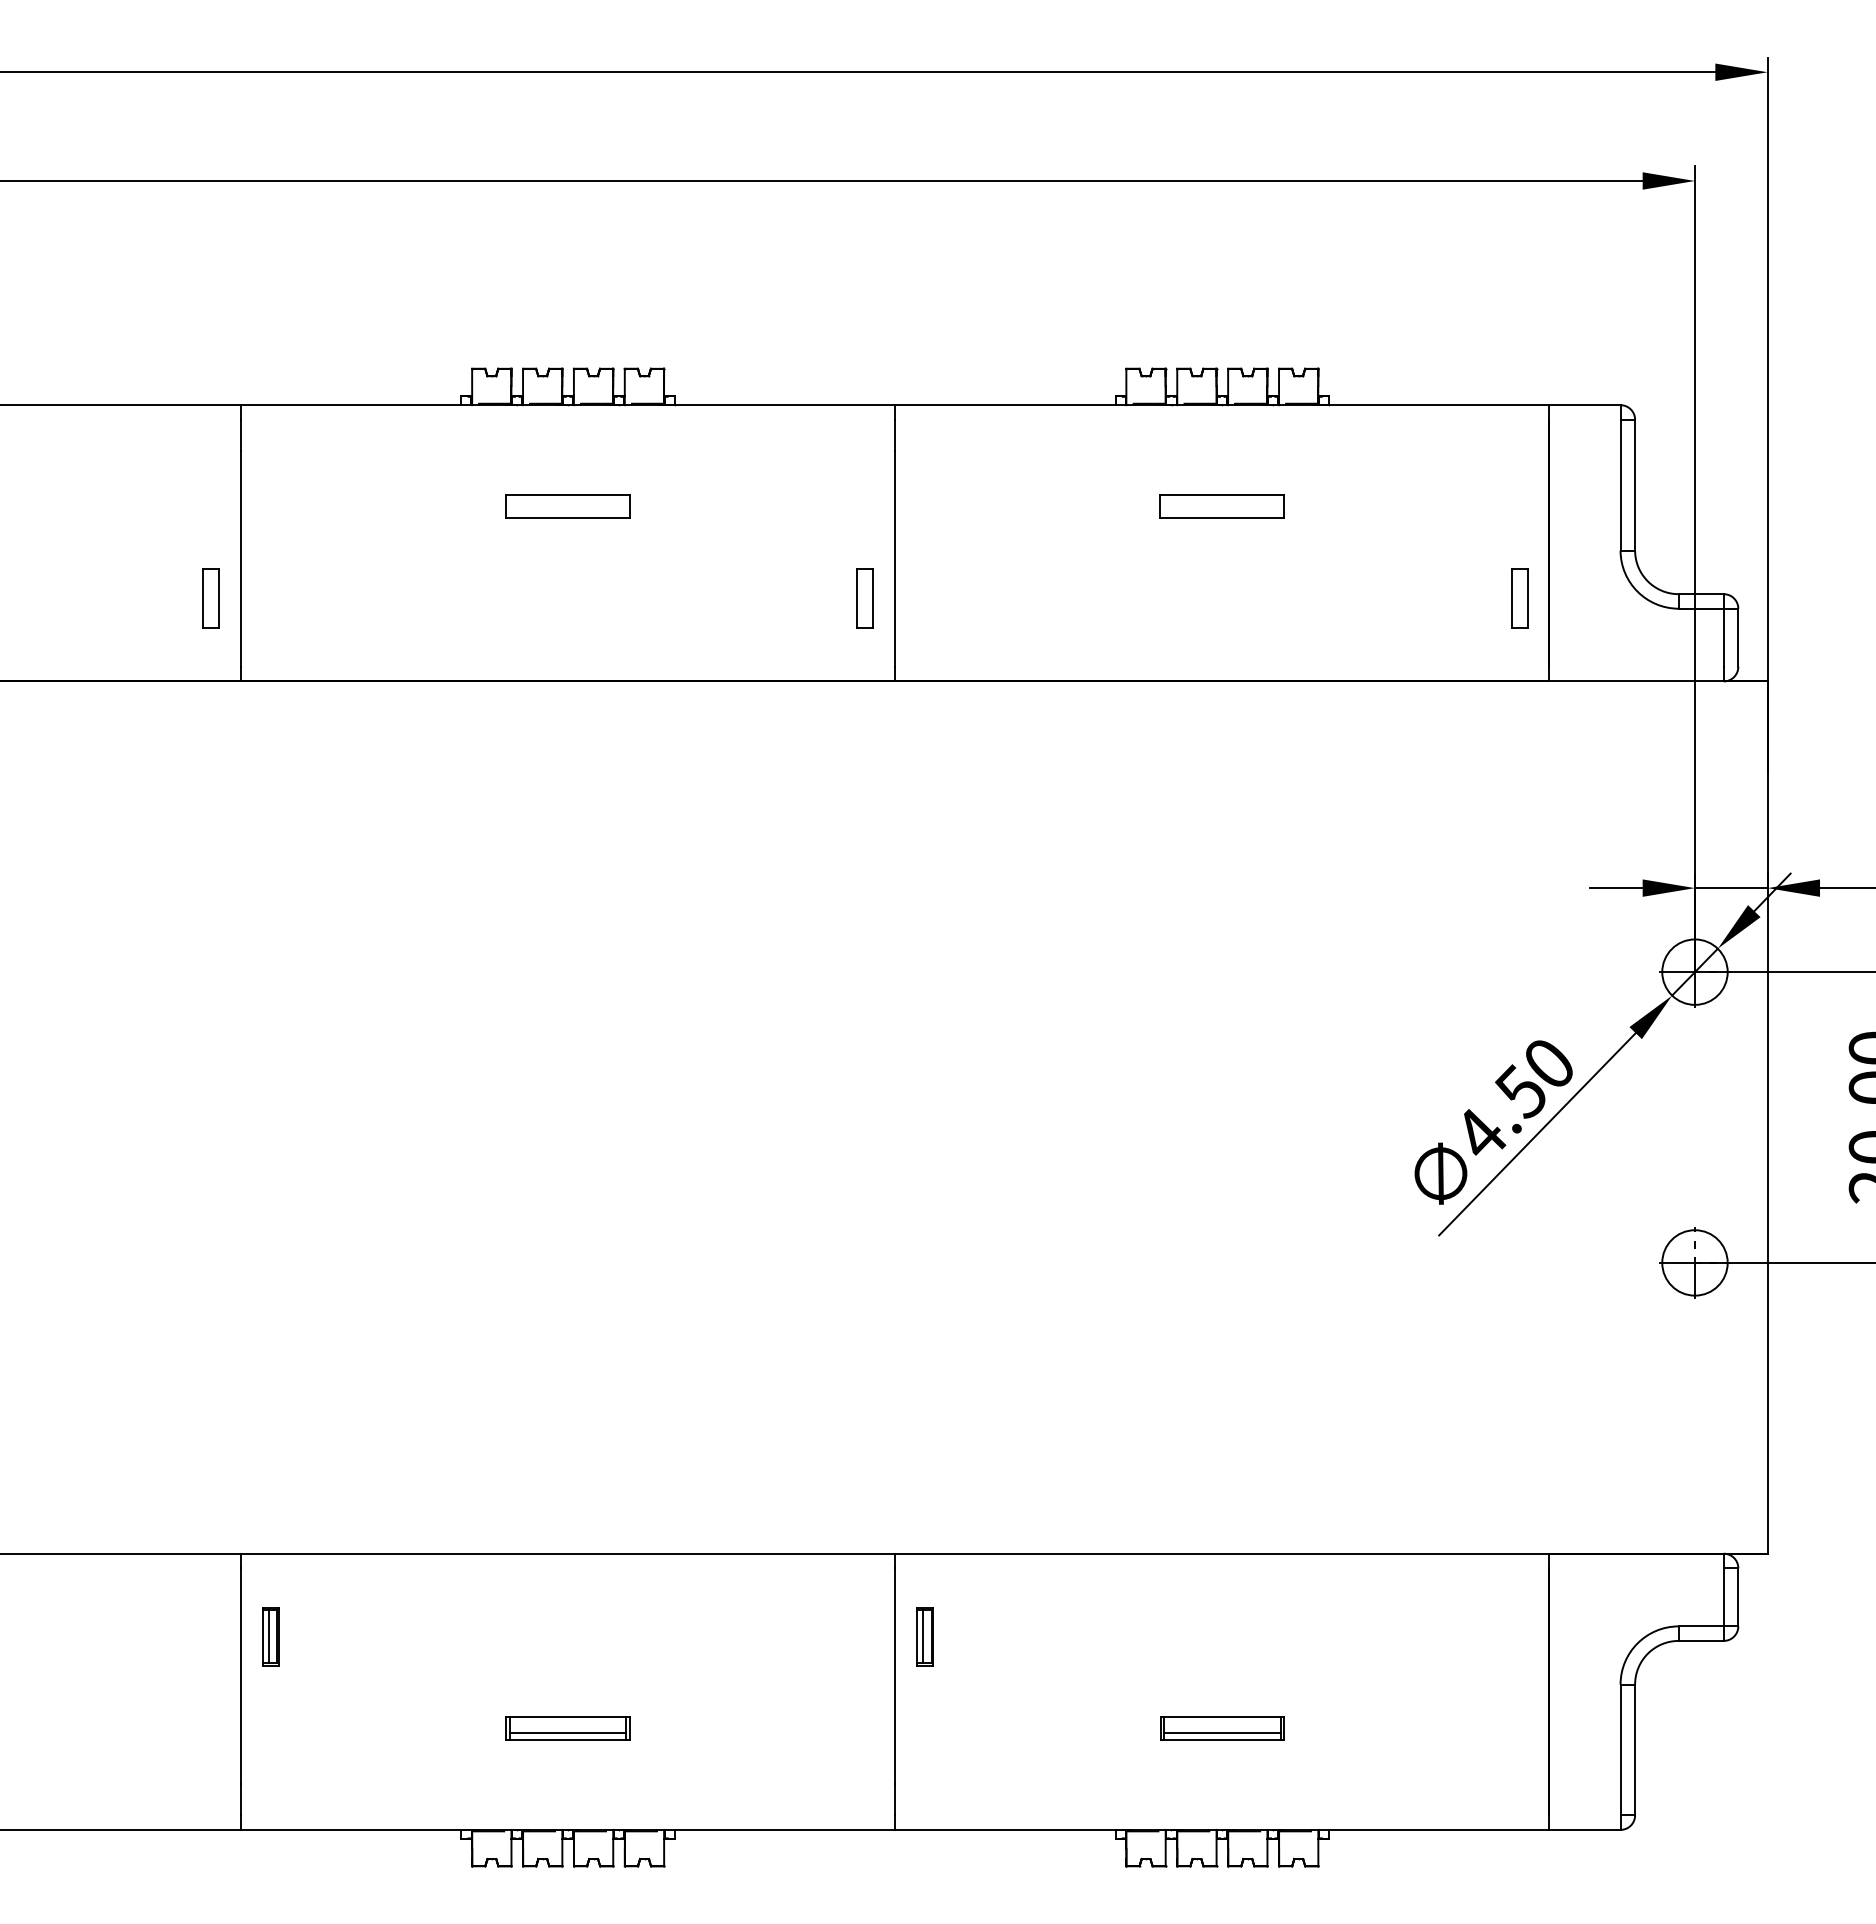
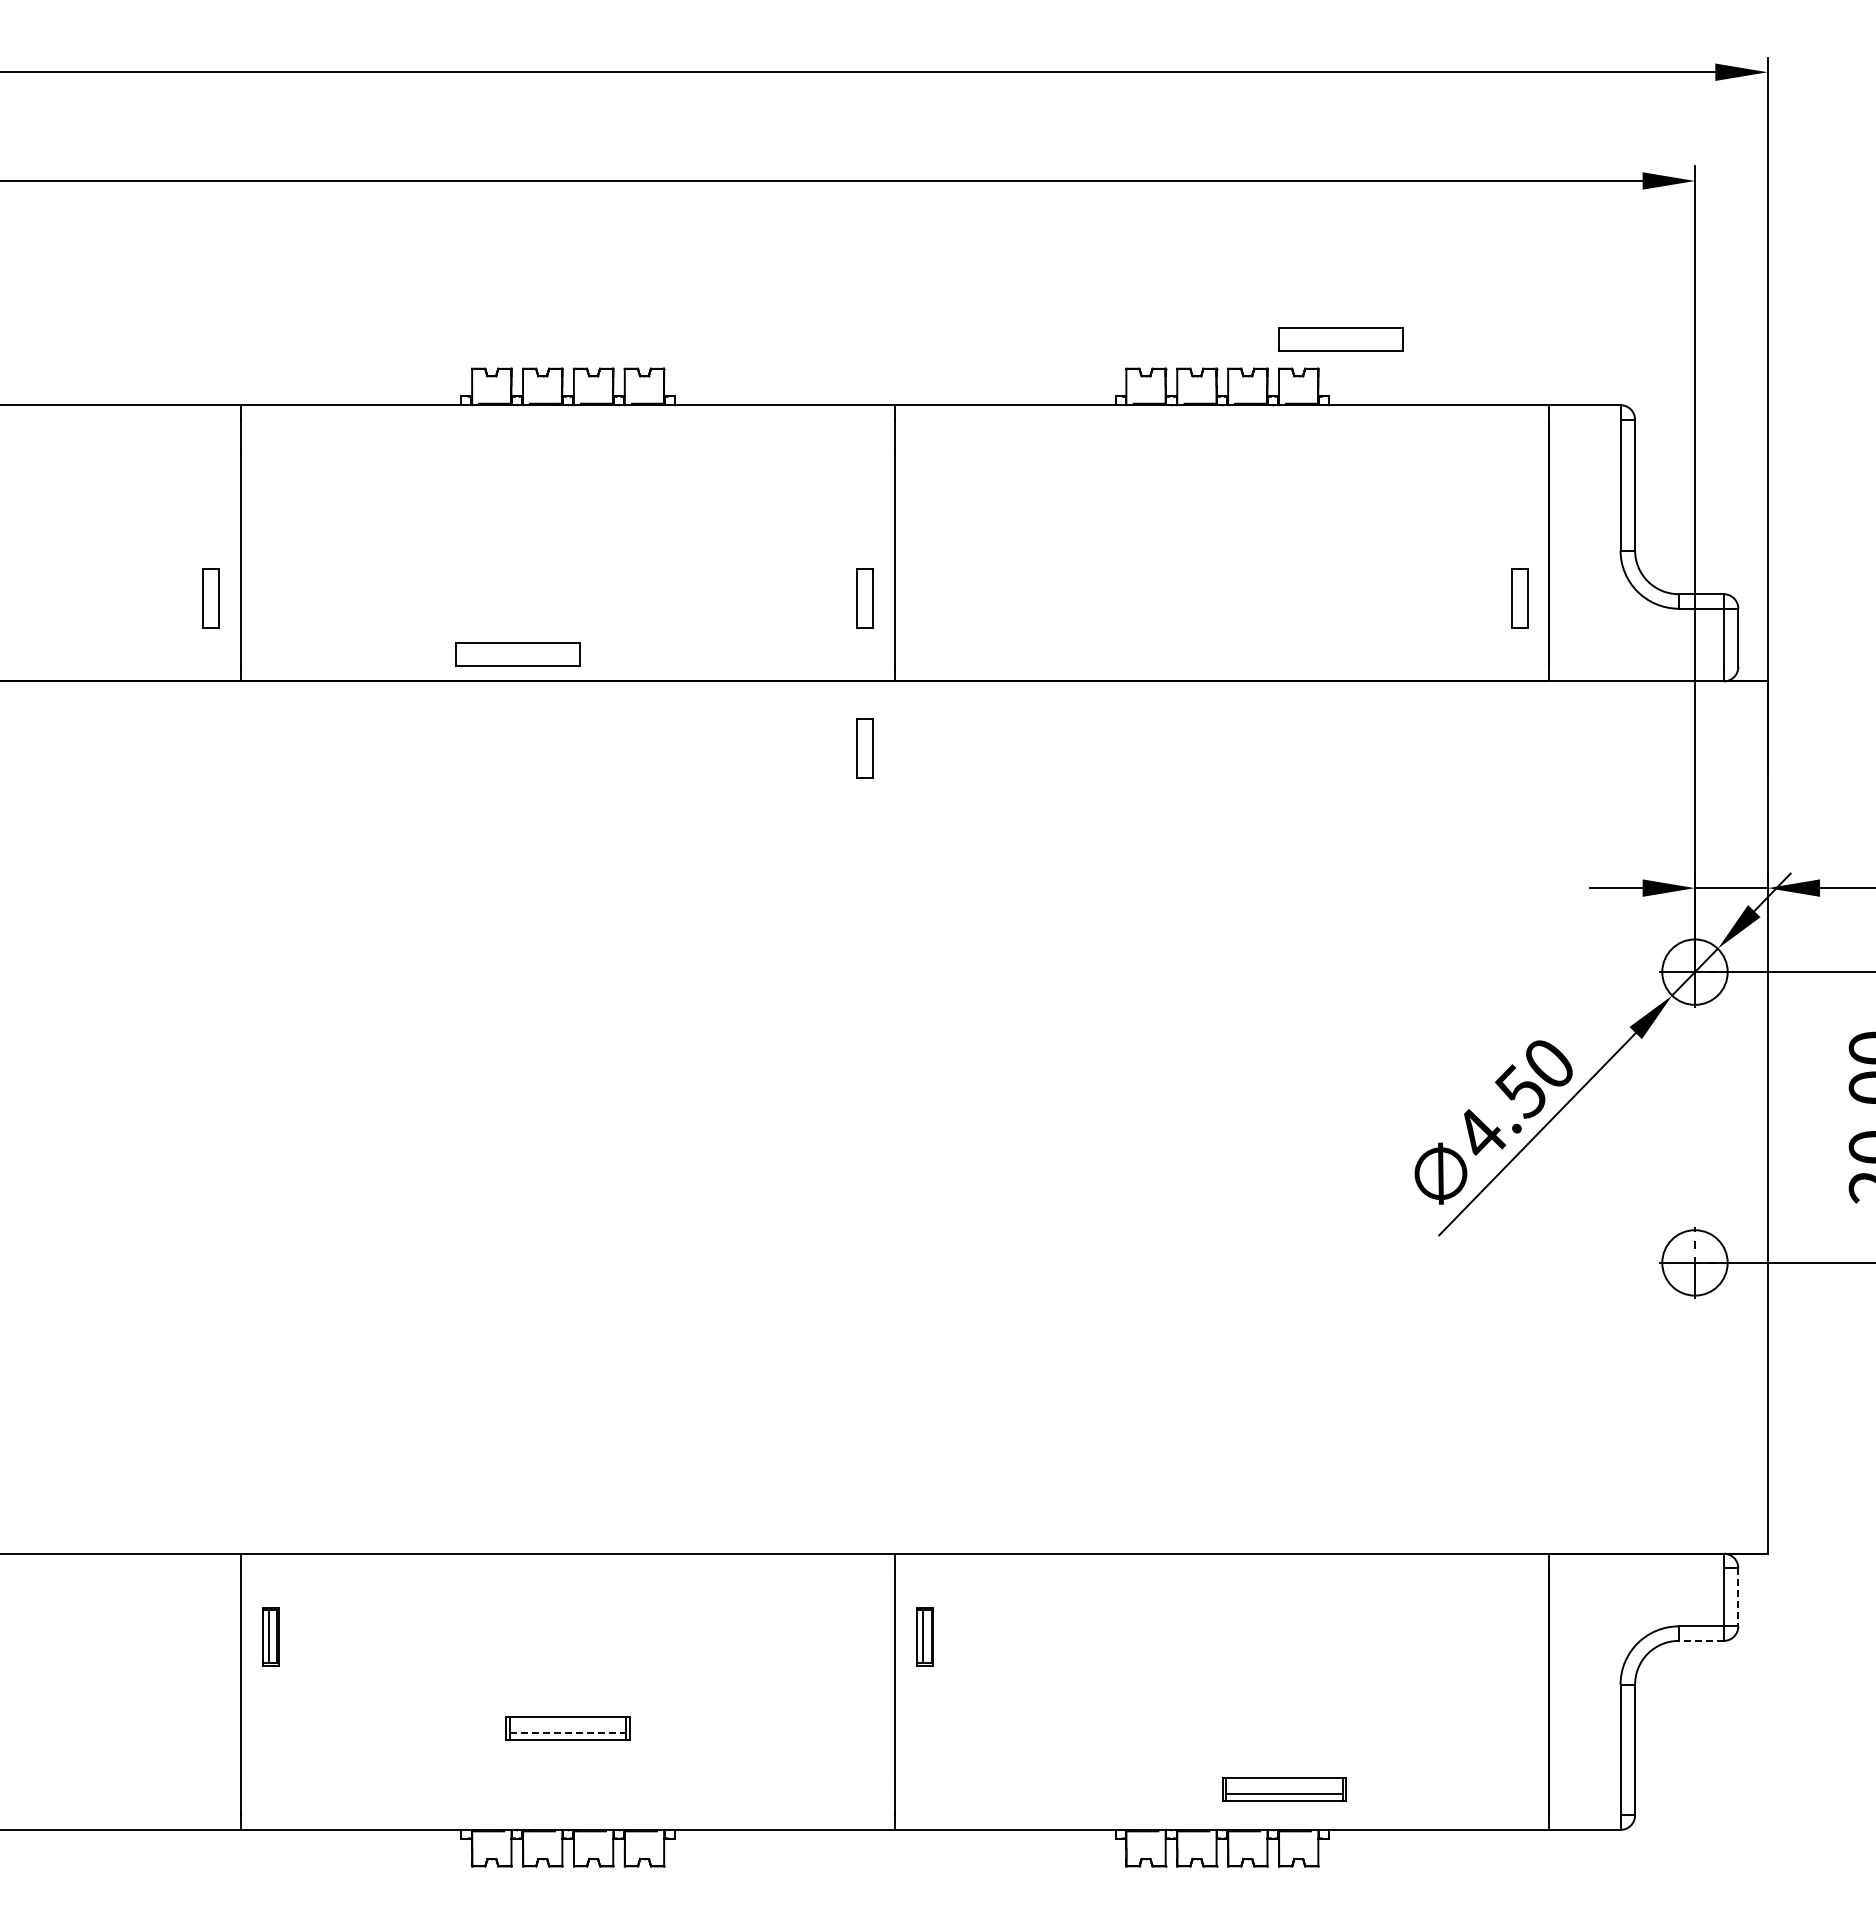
part at (567, 506) position: (567, 506) -> (517, 654)
part at (1221, 506) position: (1221, 506) -> (1340, 339)
part at (864, 748): none -> present
line at (1738, 1597): solid -> dashed
line at (1701, 1640): solid -> dashed
part at (1222, 1728) position: (1222, 1728) -> (1284, 1789)
line at (568, 1733): solid -> dashed
